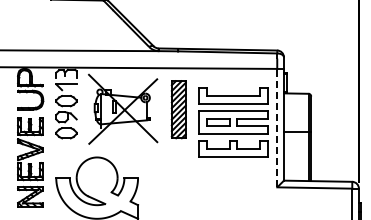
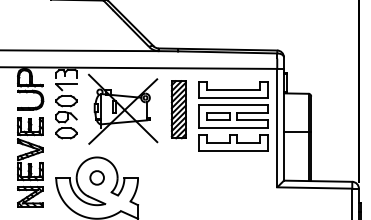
part at (233, 122) position: (233, 122) -> (233, 116)
line at (277, 127): dashed -> solid
part at (96, 177): none -> present
